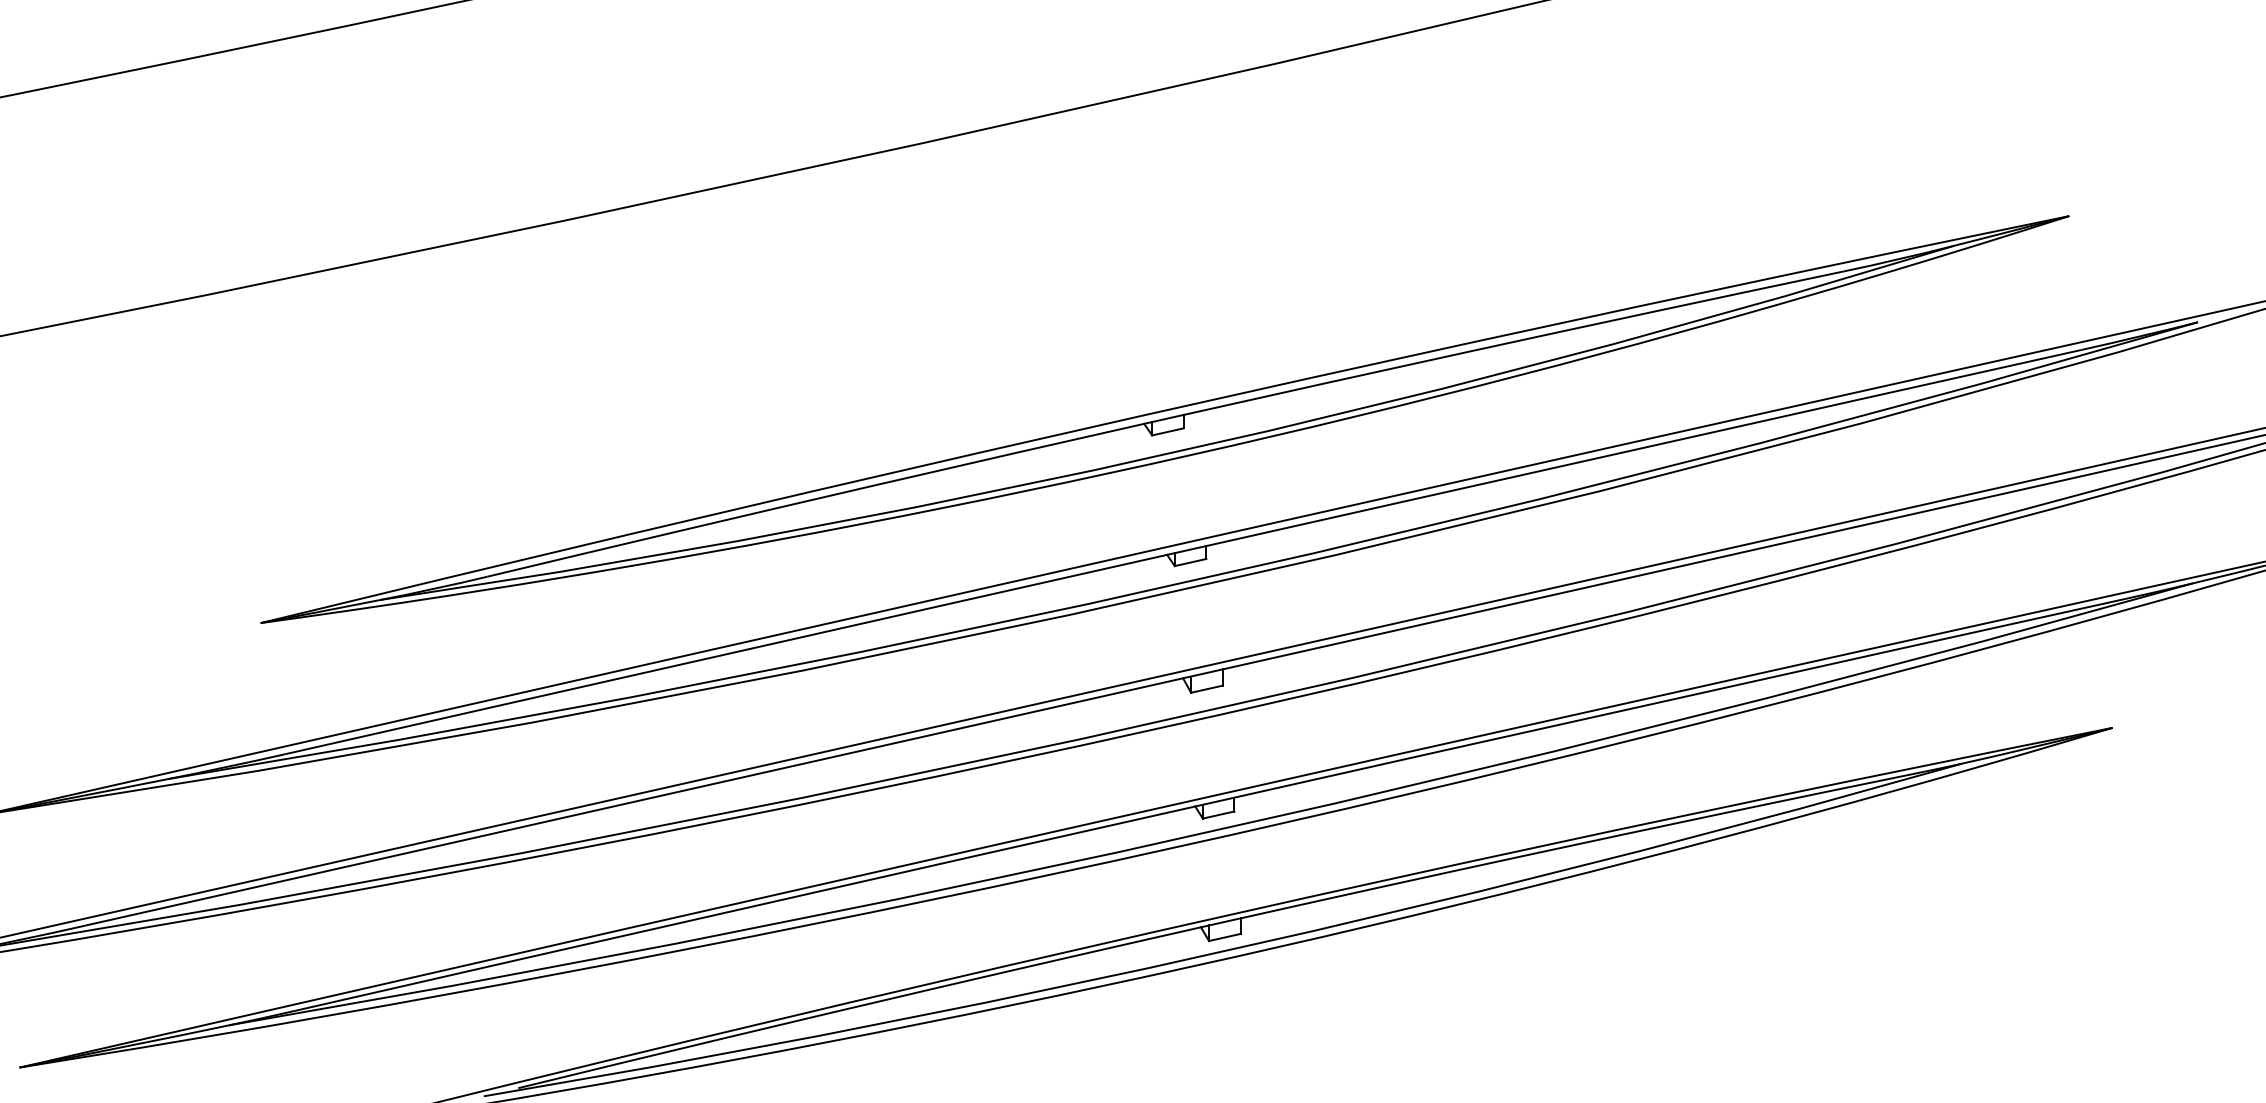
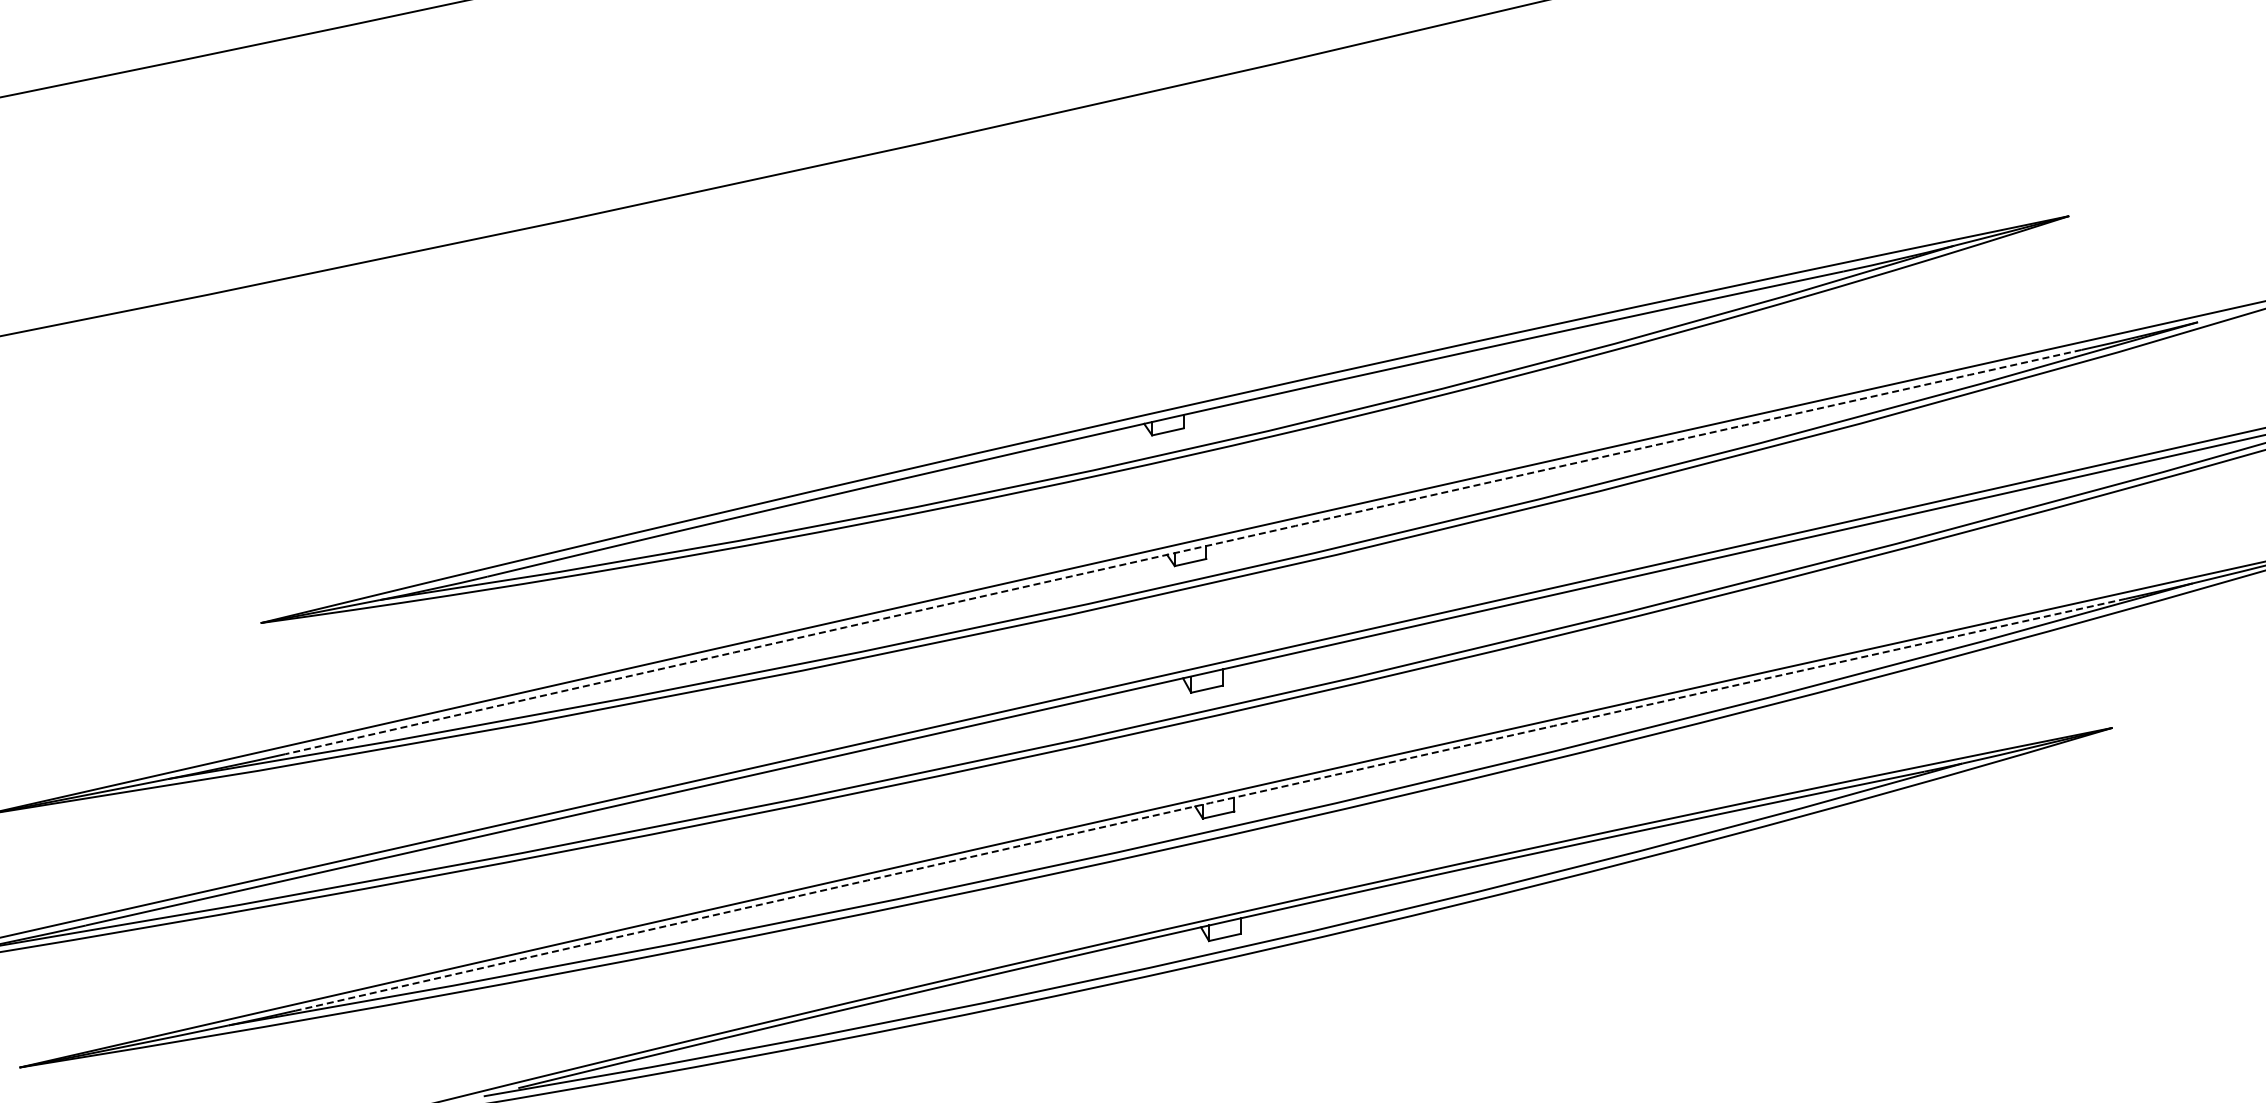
arc at (1183, 551): solid -> dashed
arc at (1210, 802): solid -> dashed
